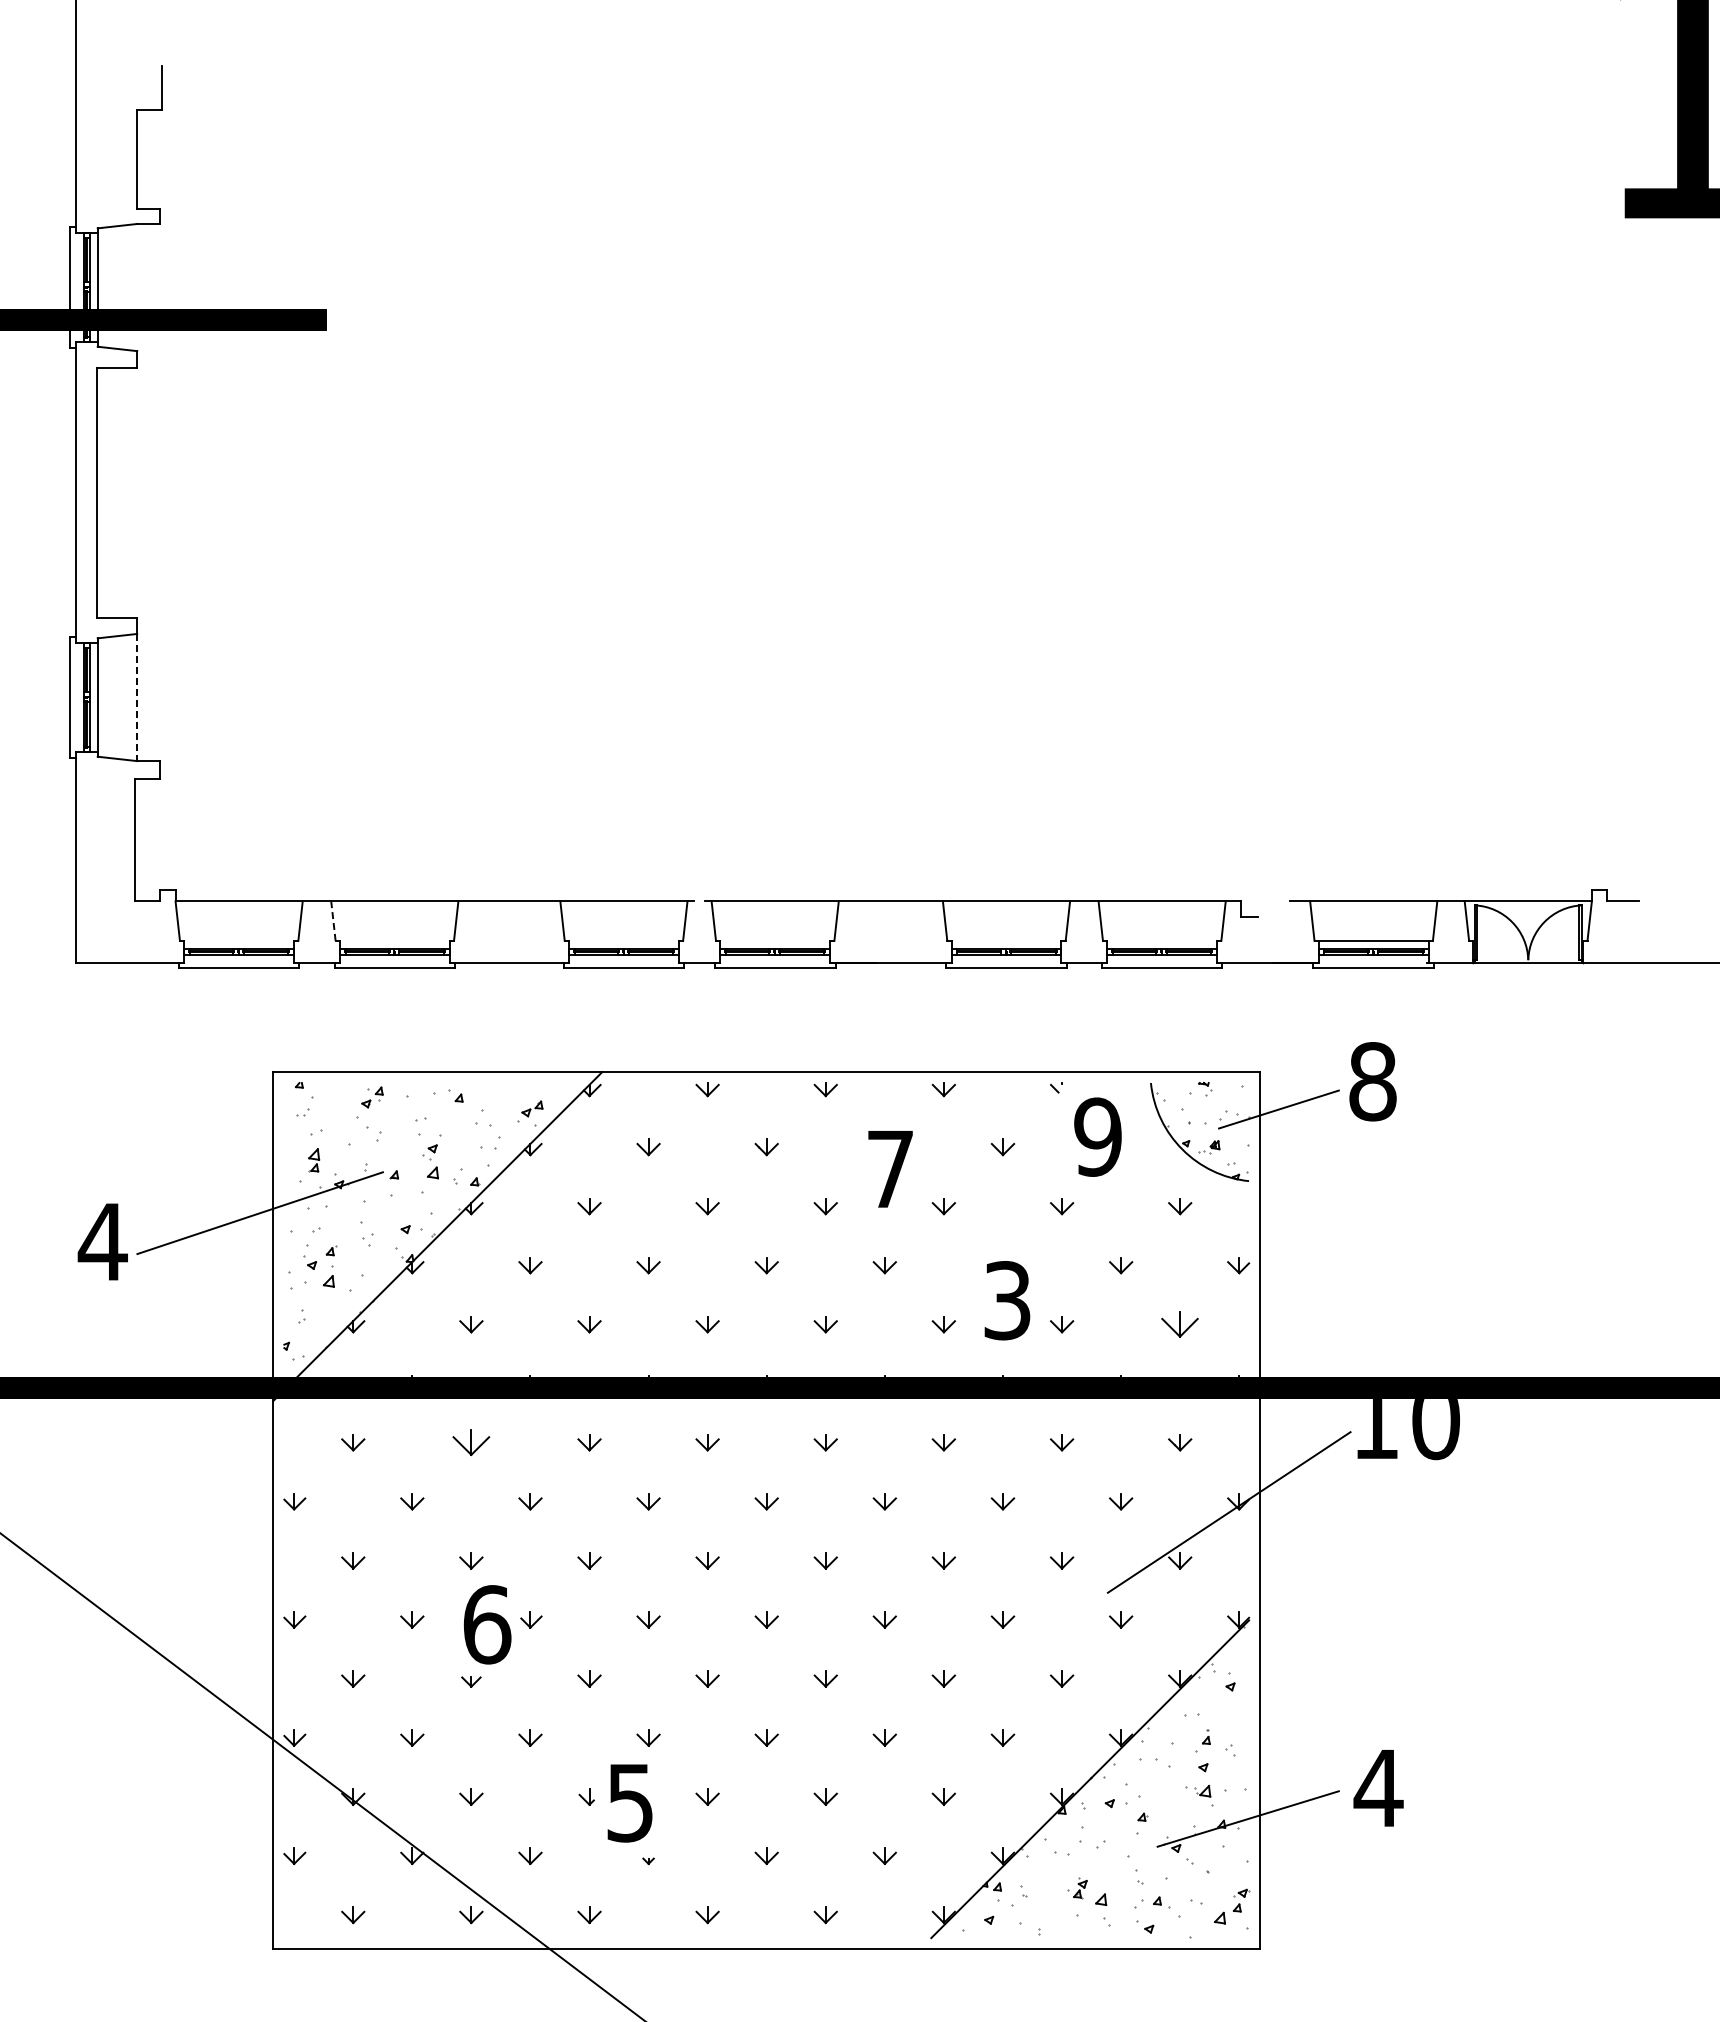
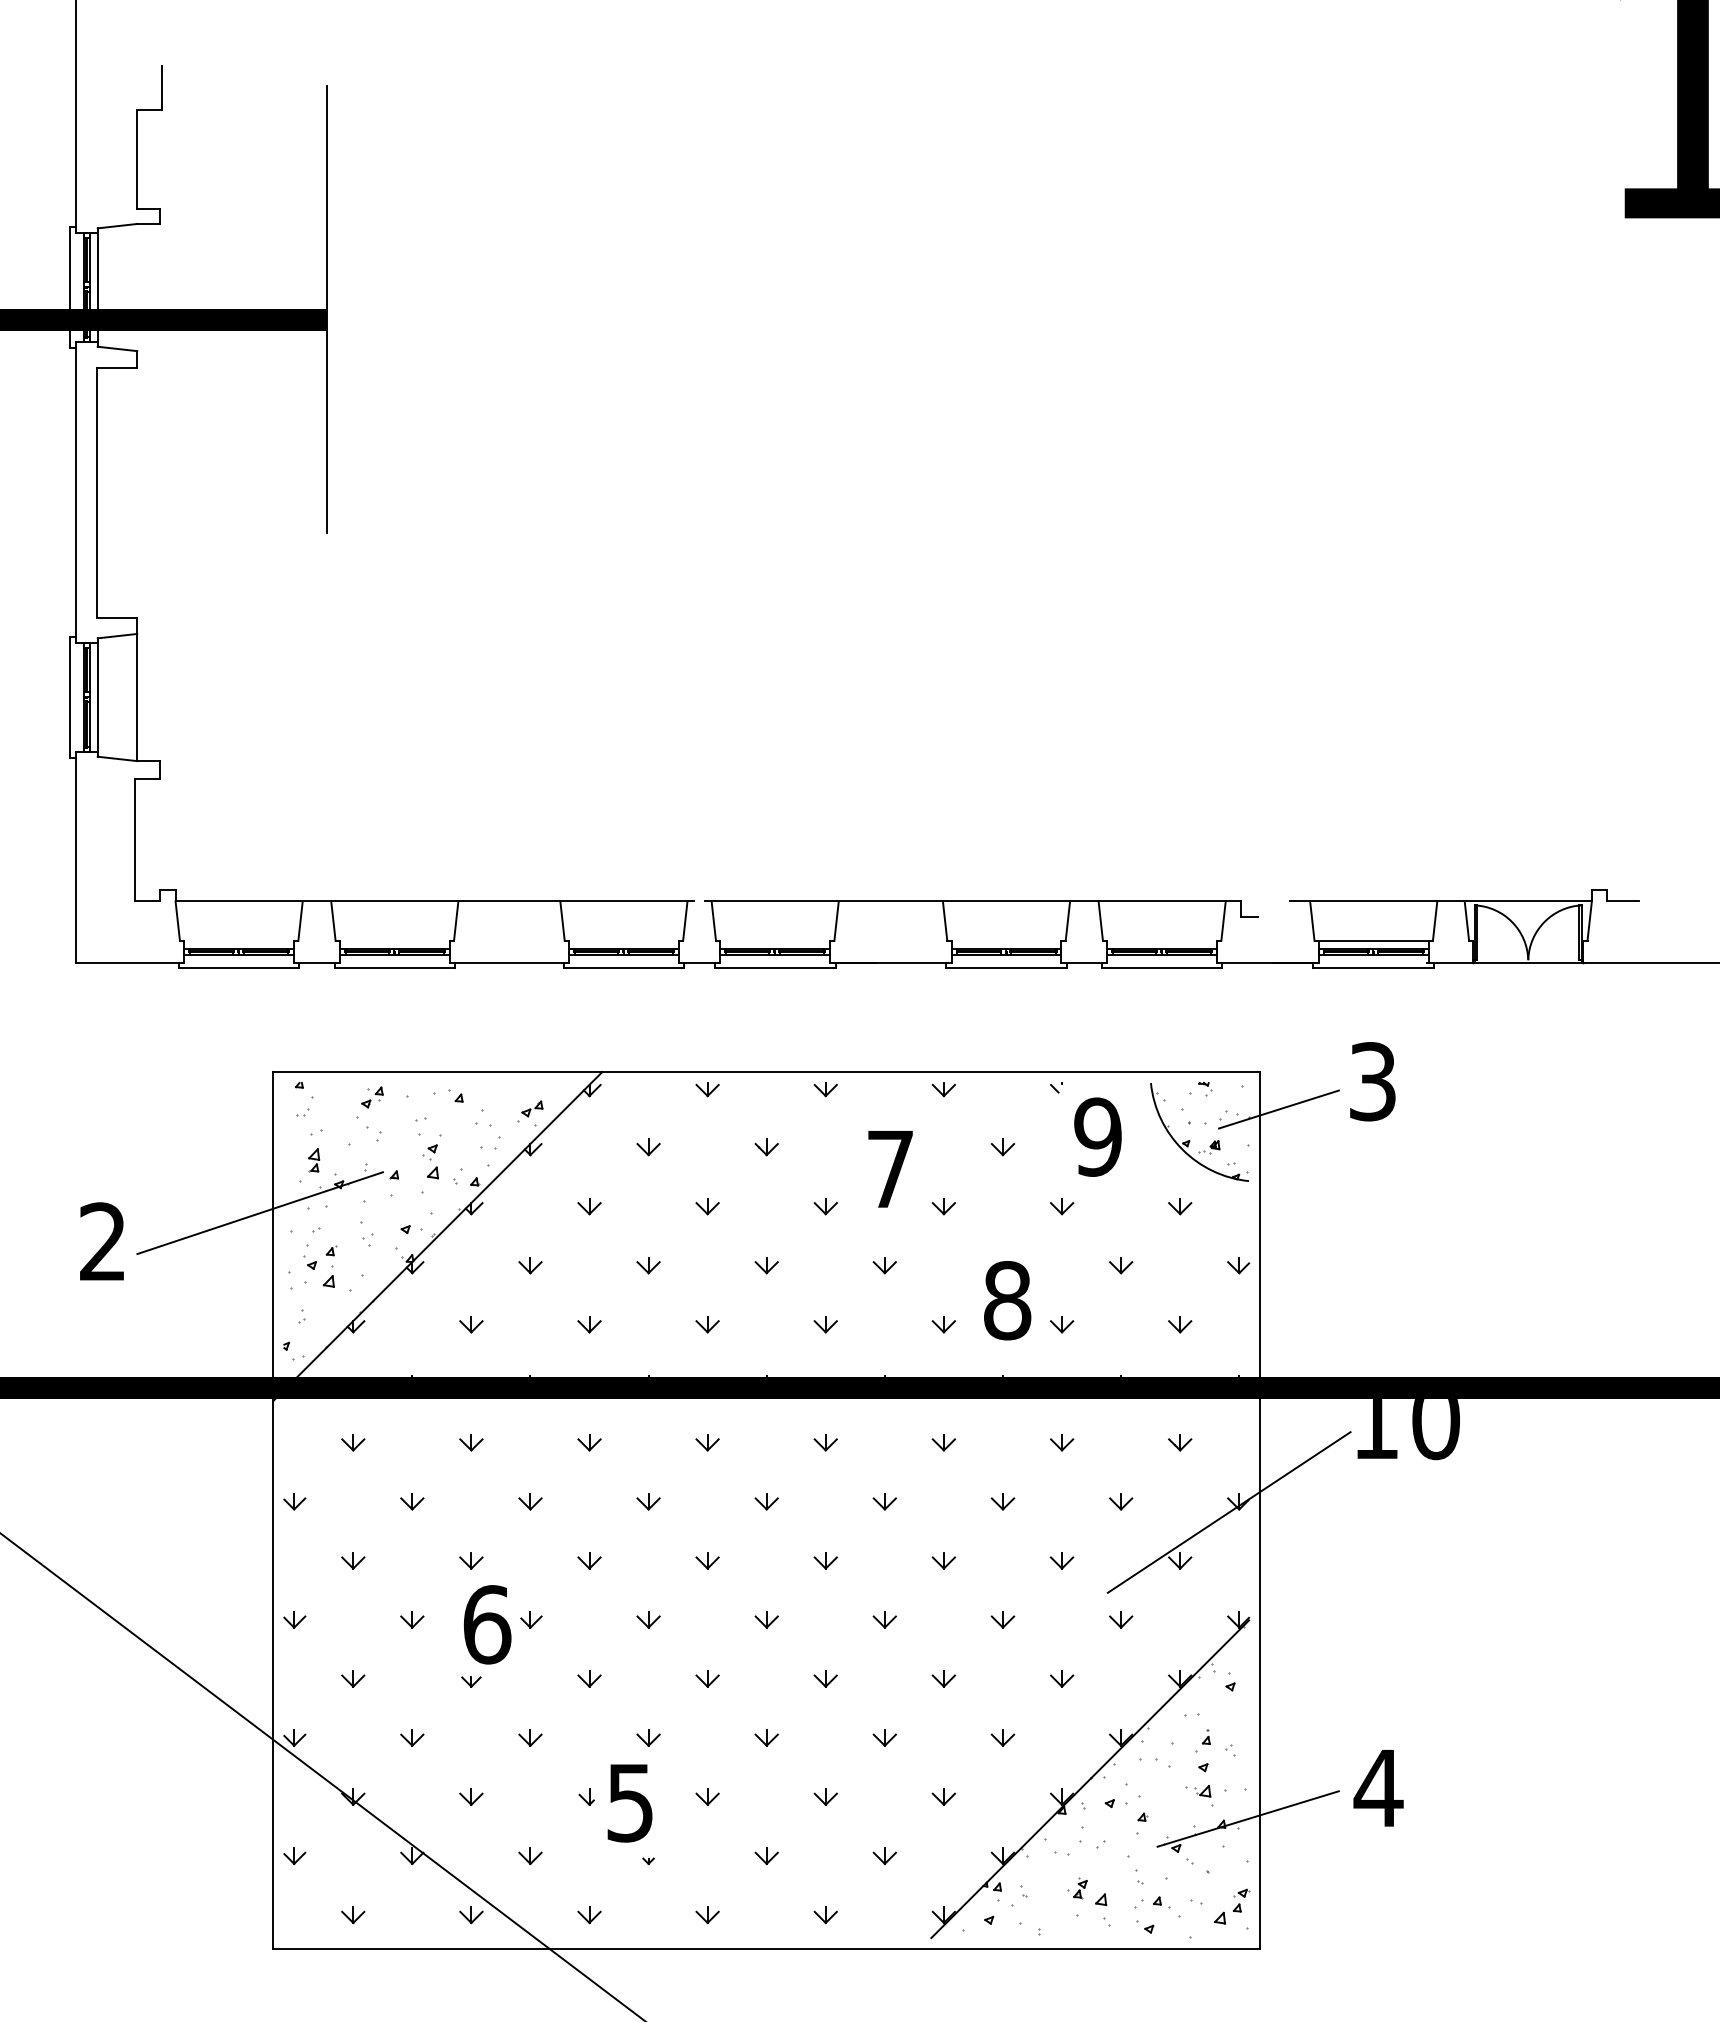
line at (326, 308): none -> present
line at (137, 697): dashed -> solid
line at (333, 921): dashed -> solid
text at (1372, 1081): 8 -> 3
text at (102, 1241): 4 -> 2
text at (1007, 1300): 3 -> 8
part at (1179, 1324) size: 38x27 px -> 25x18 px
part at (471, 1442) size: 39x27 px -> 25x18 px
